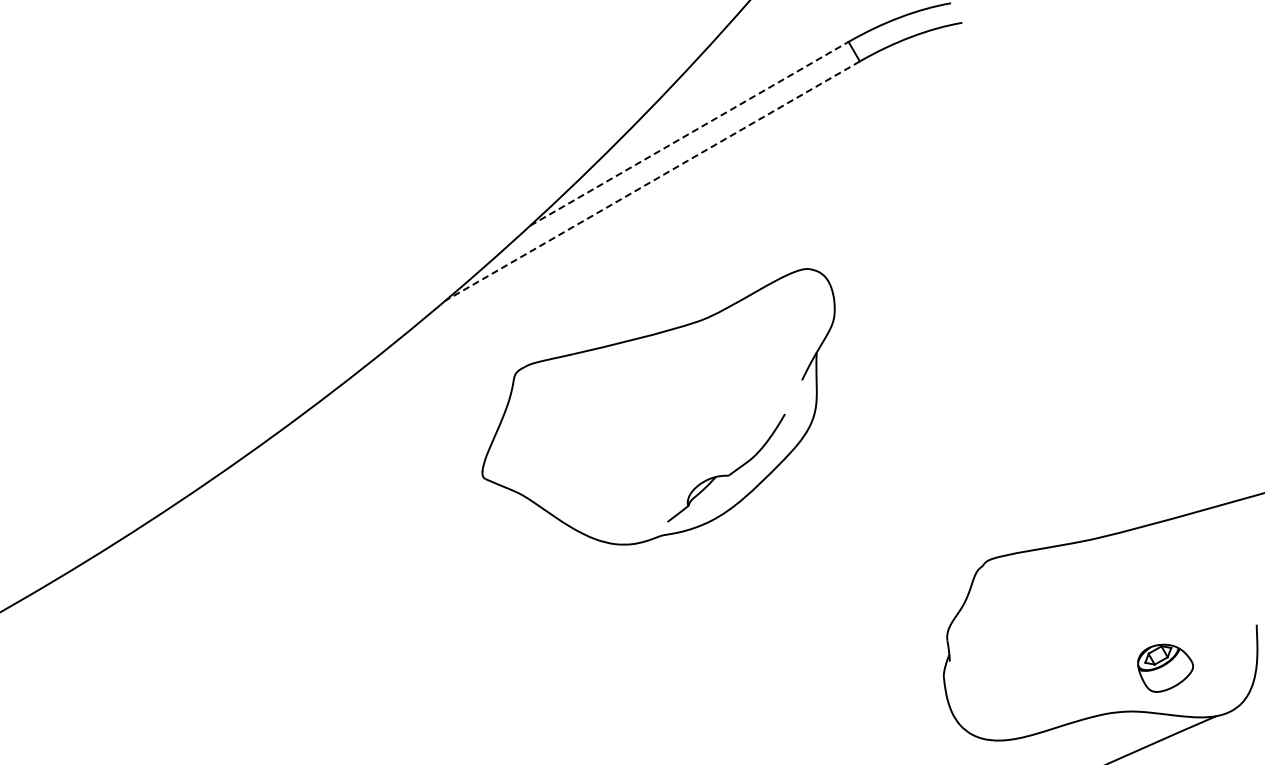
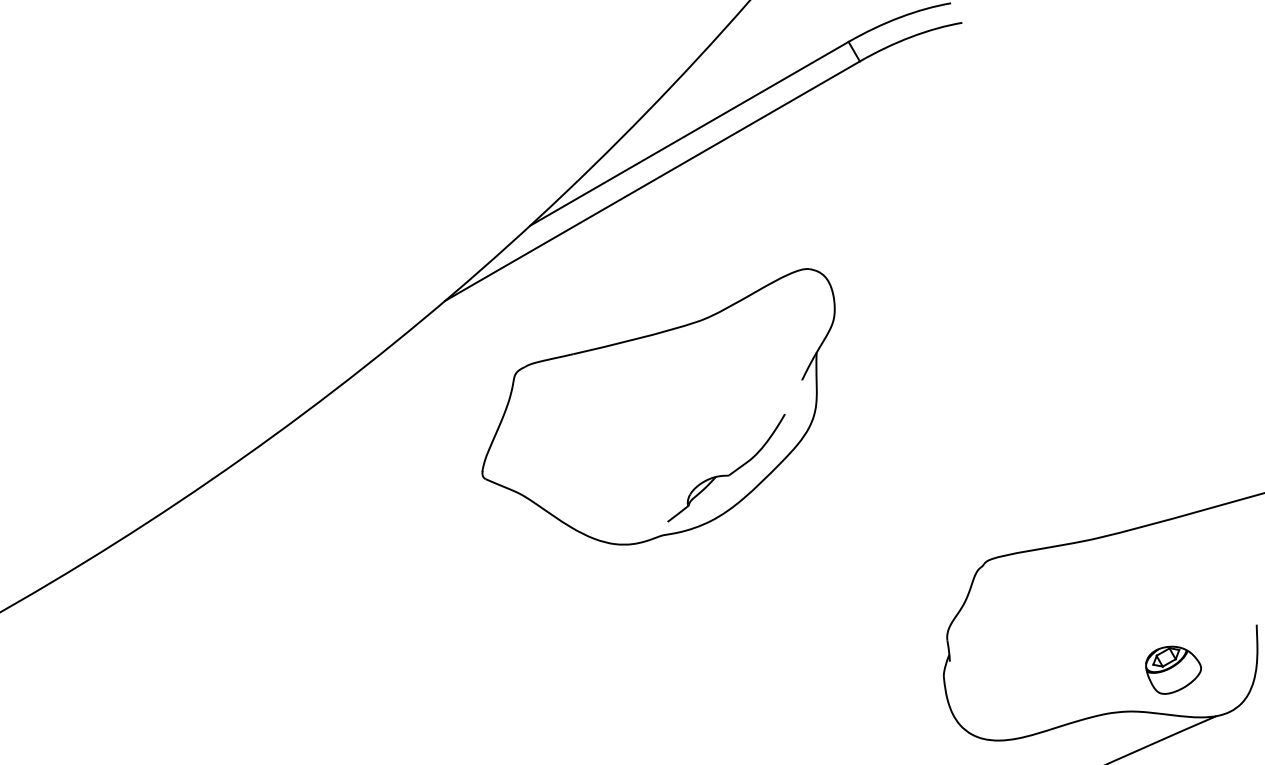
line at (689, 133): dashed -> solid
line at (652, 181): dashed -> solid
part at (1165, 667) position: (1165, 667) -> (1173, 669)
